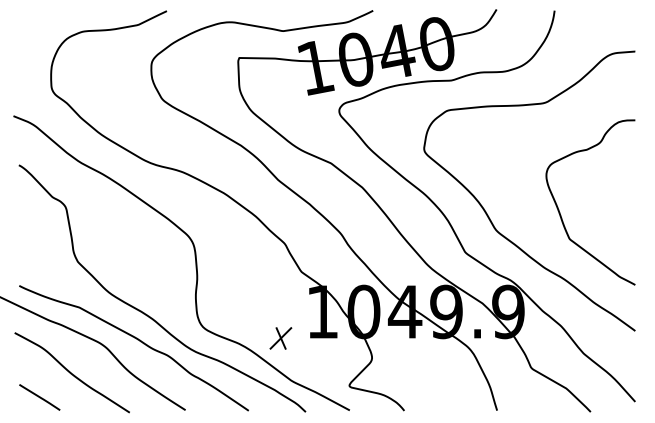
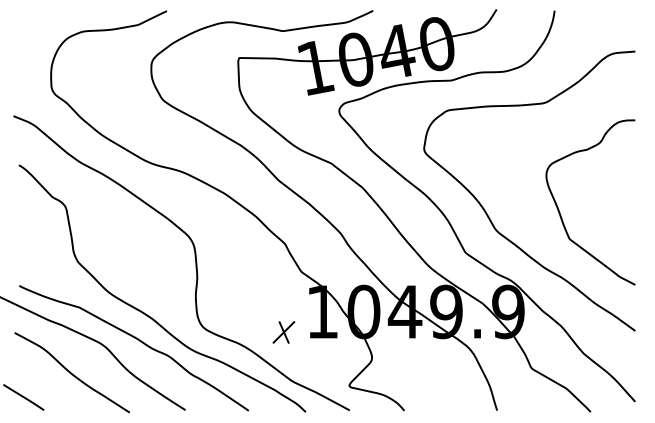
part at (280, 338) position: (280, 338) -> (283, 332)
line at (39, 397) position: (39, 397) -> (23, 397)
